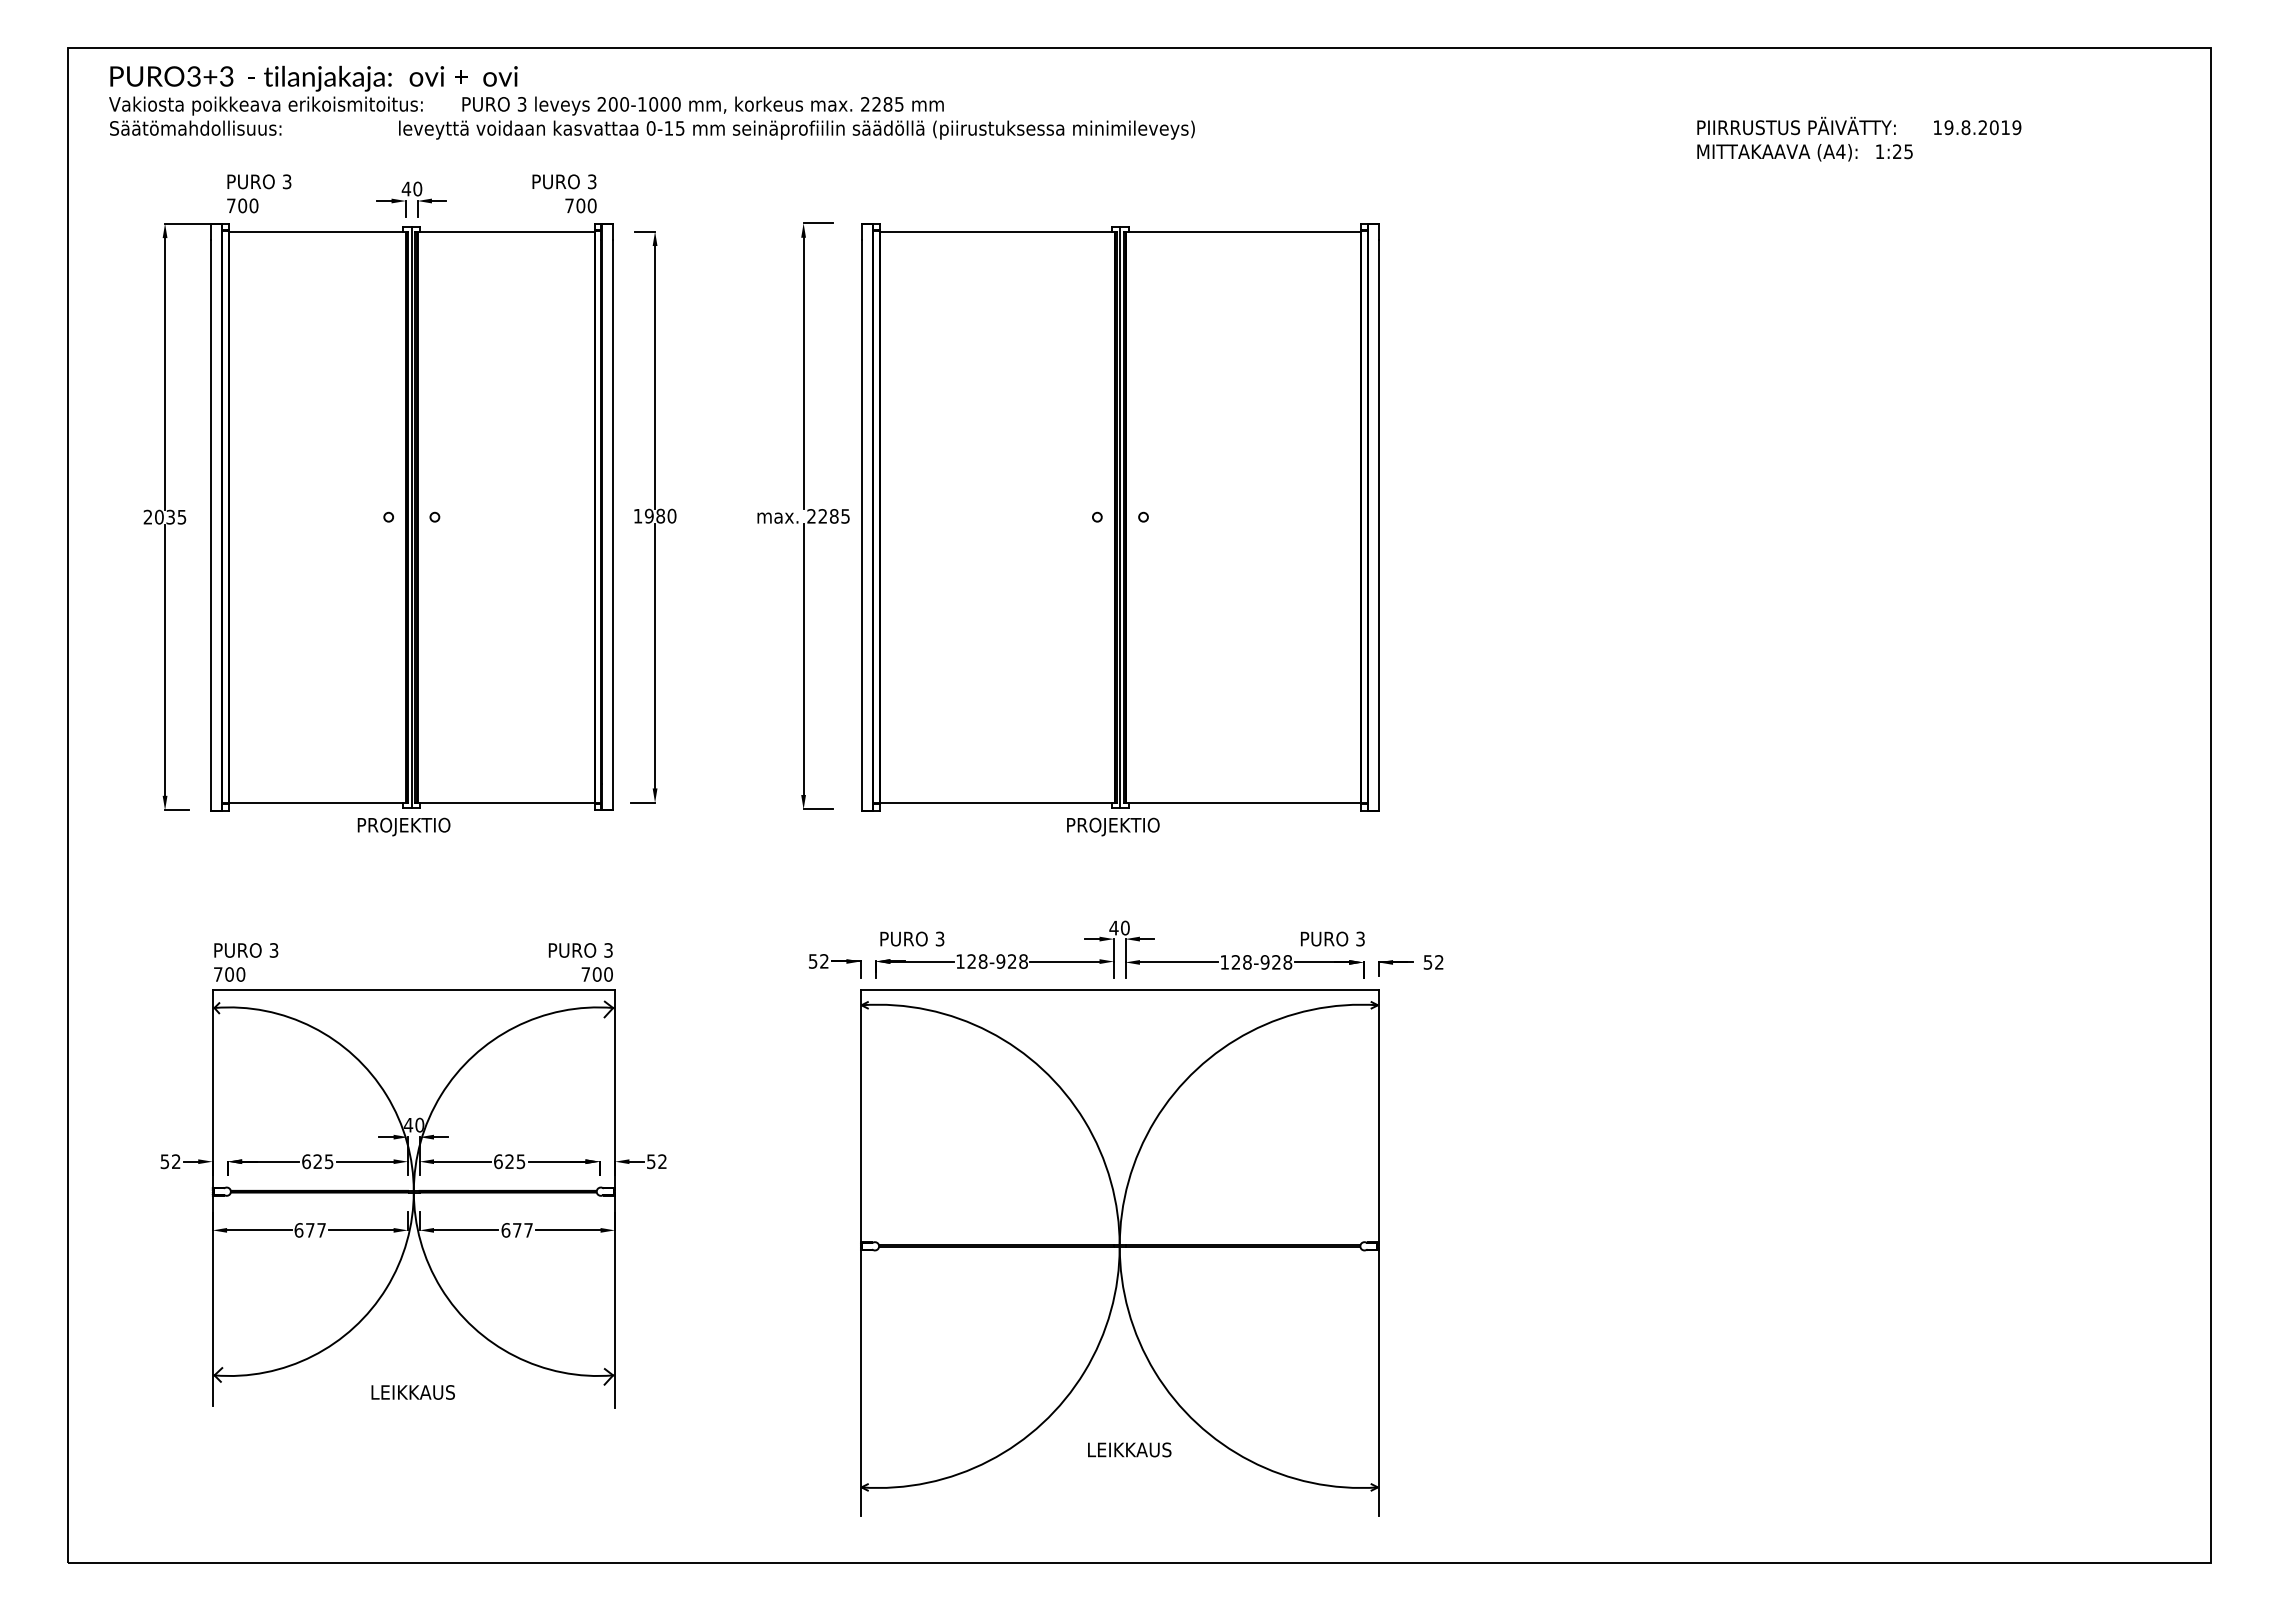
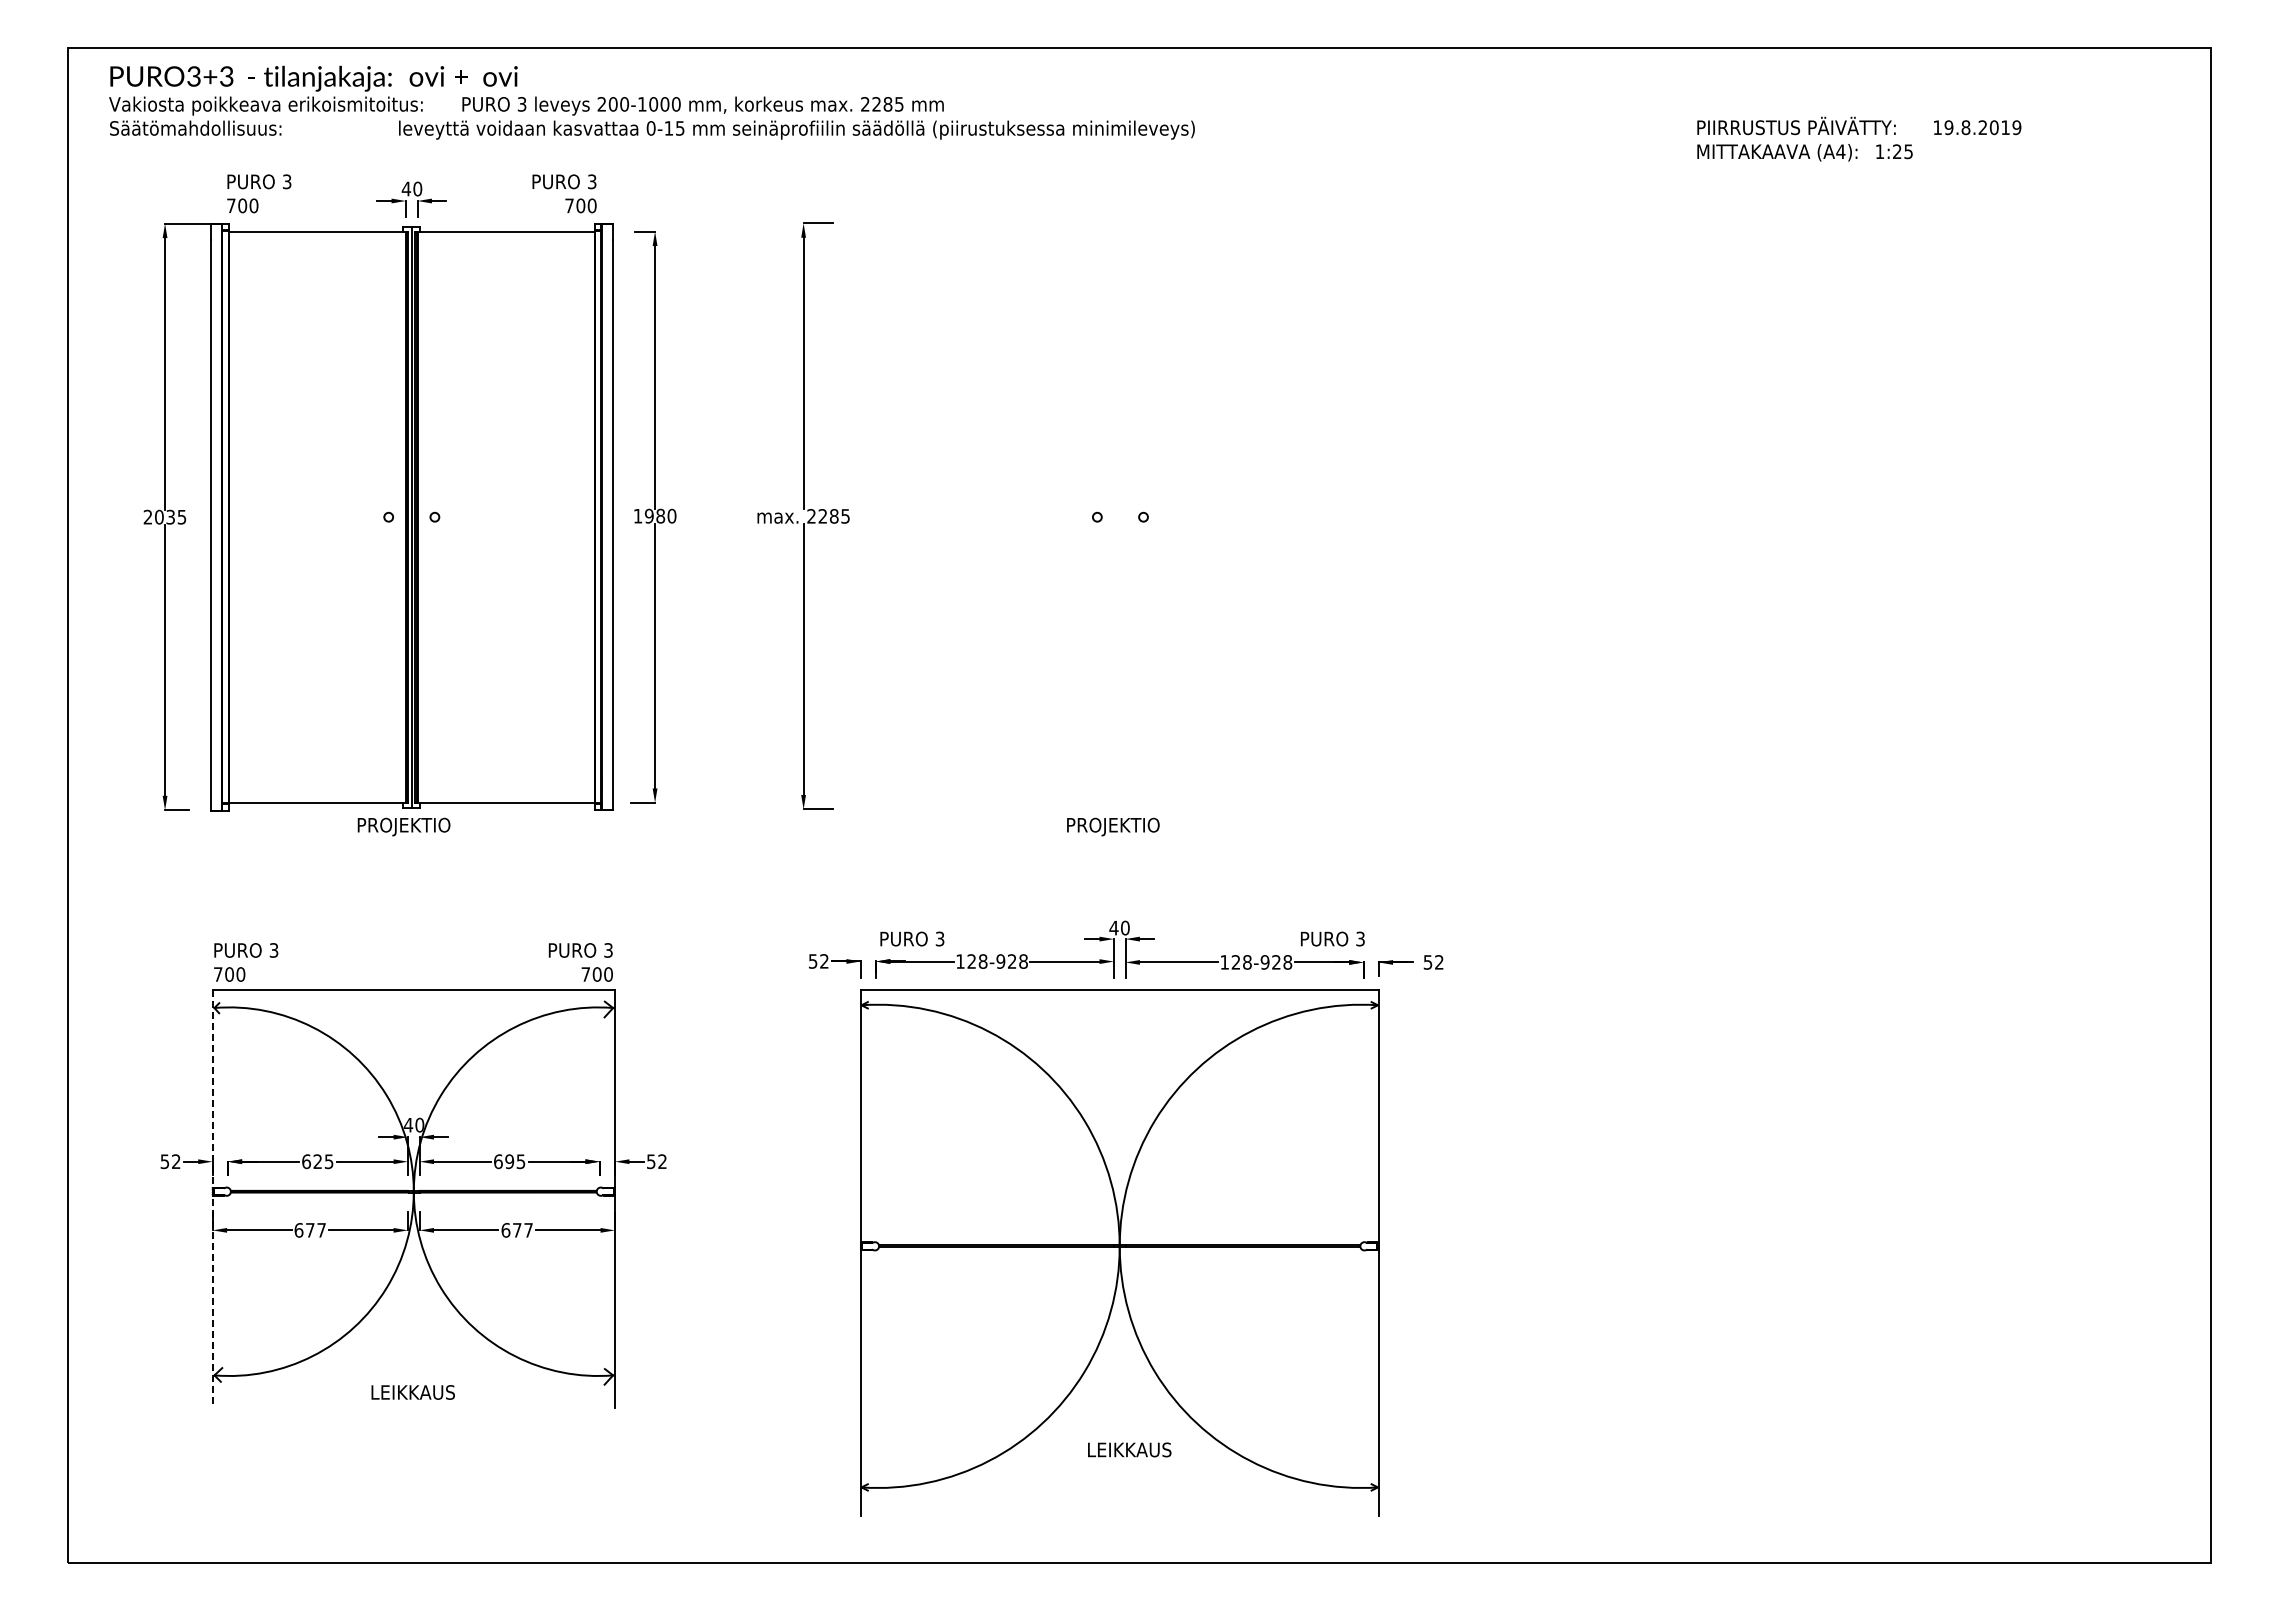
part at (1120, 517): present -> none
text at (509, 1161): 625 -> 695
line at (212, 1198): solid -> dashed
